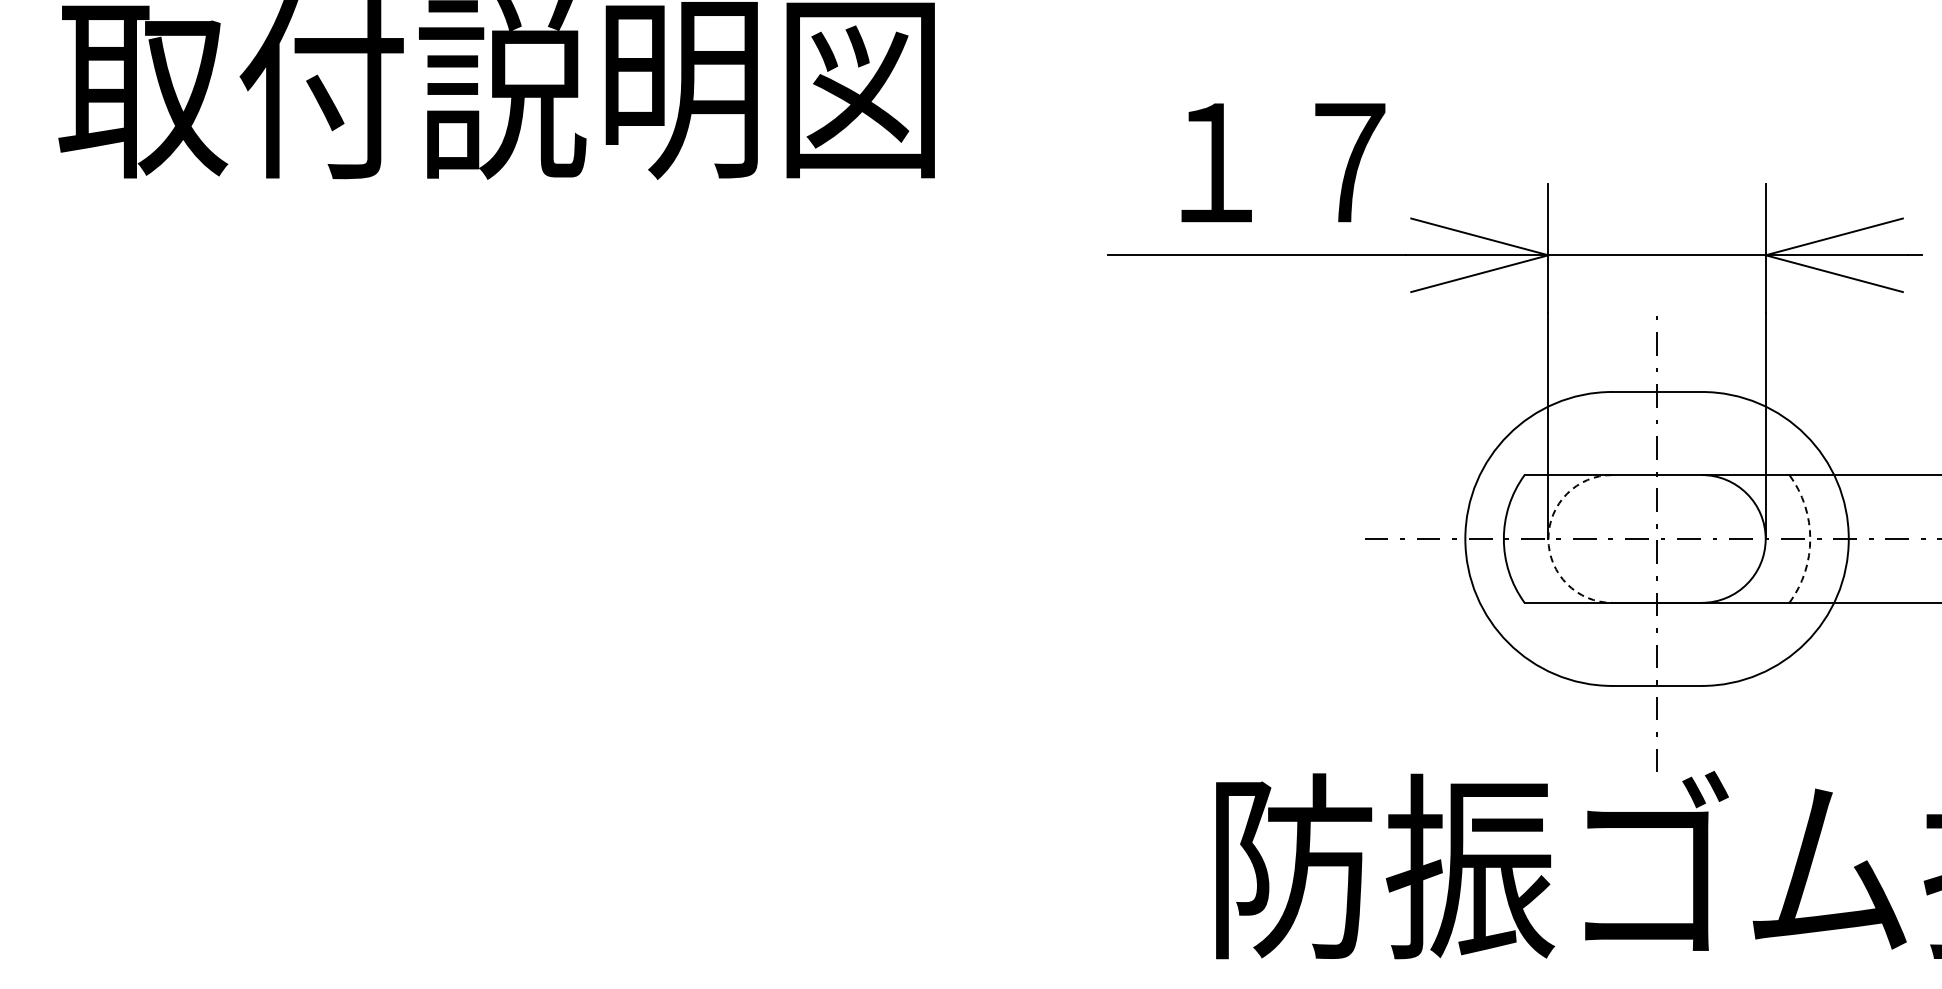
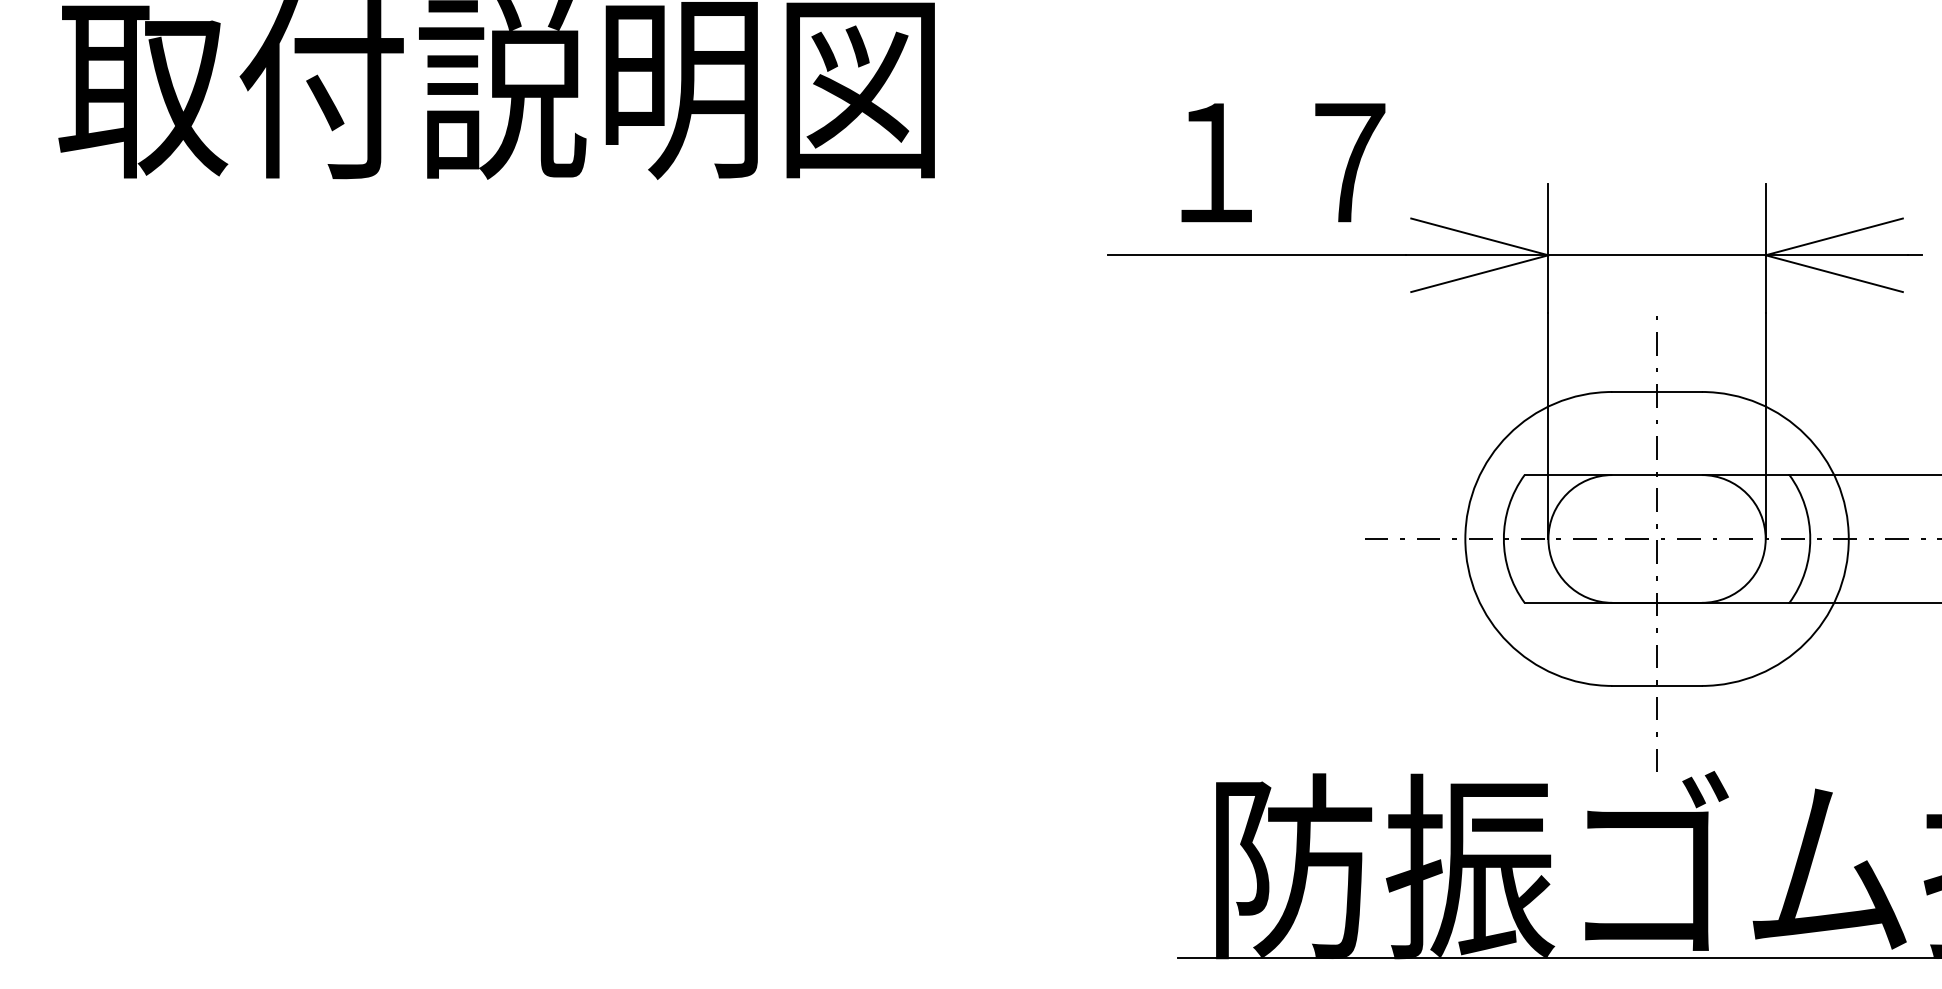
arc at (1548, 538): dashed -> solid
arc at (1810, 538): dashed -> solid
line at (1558, 957): none -> present
